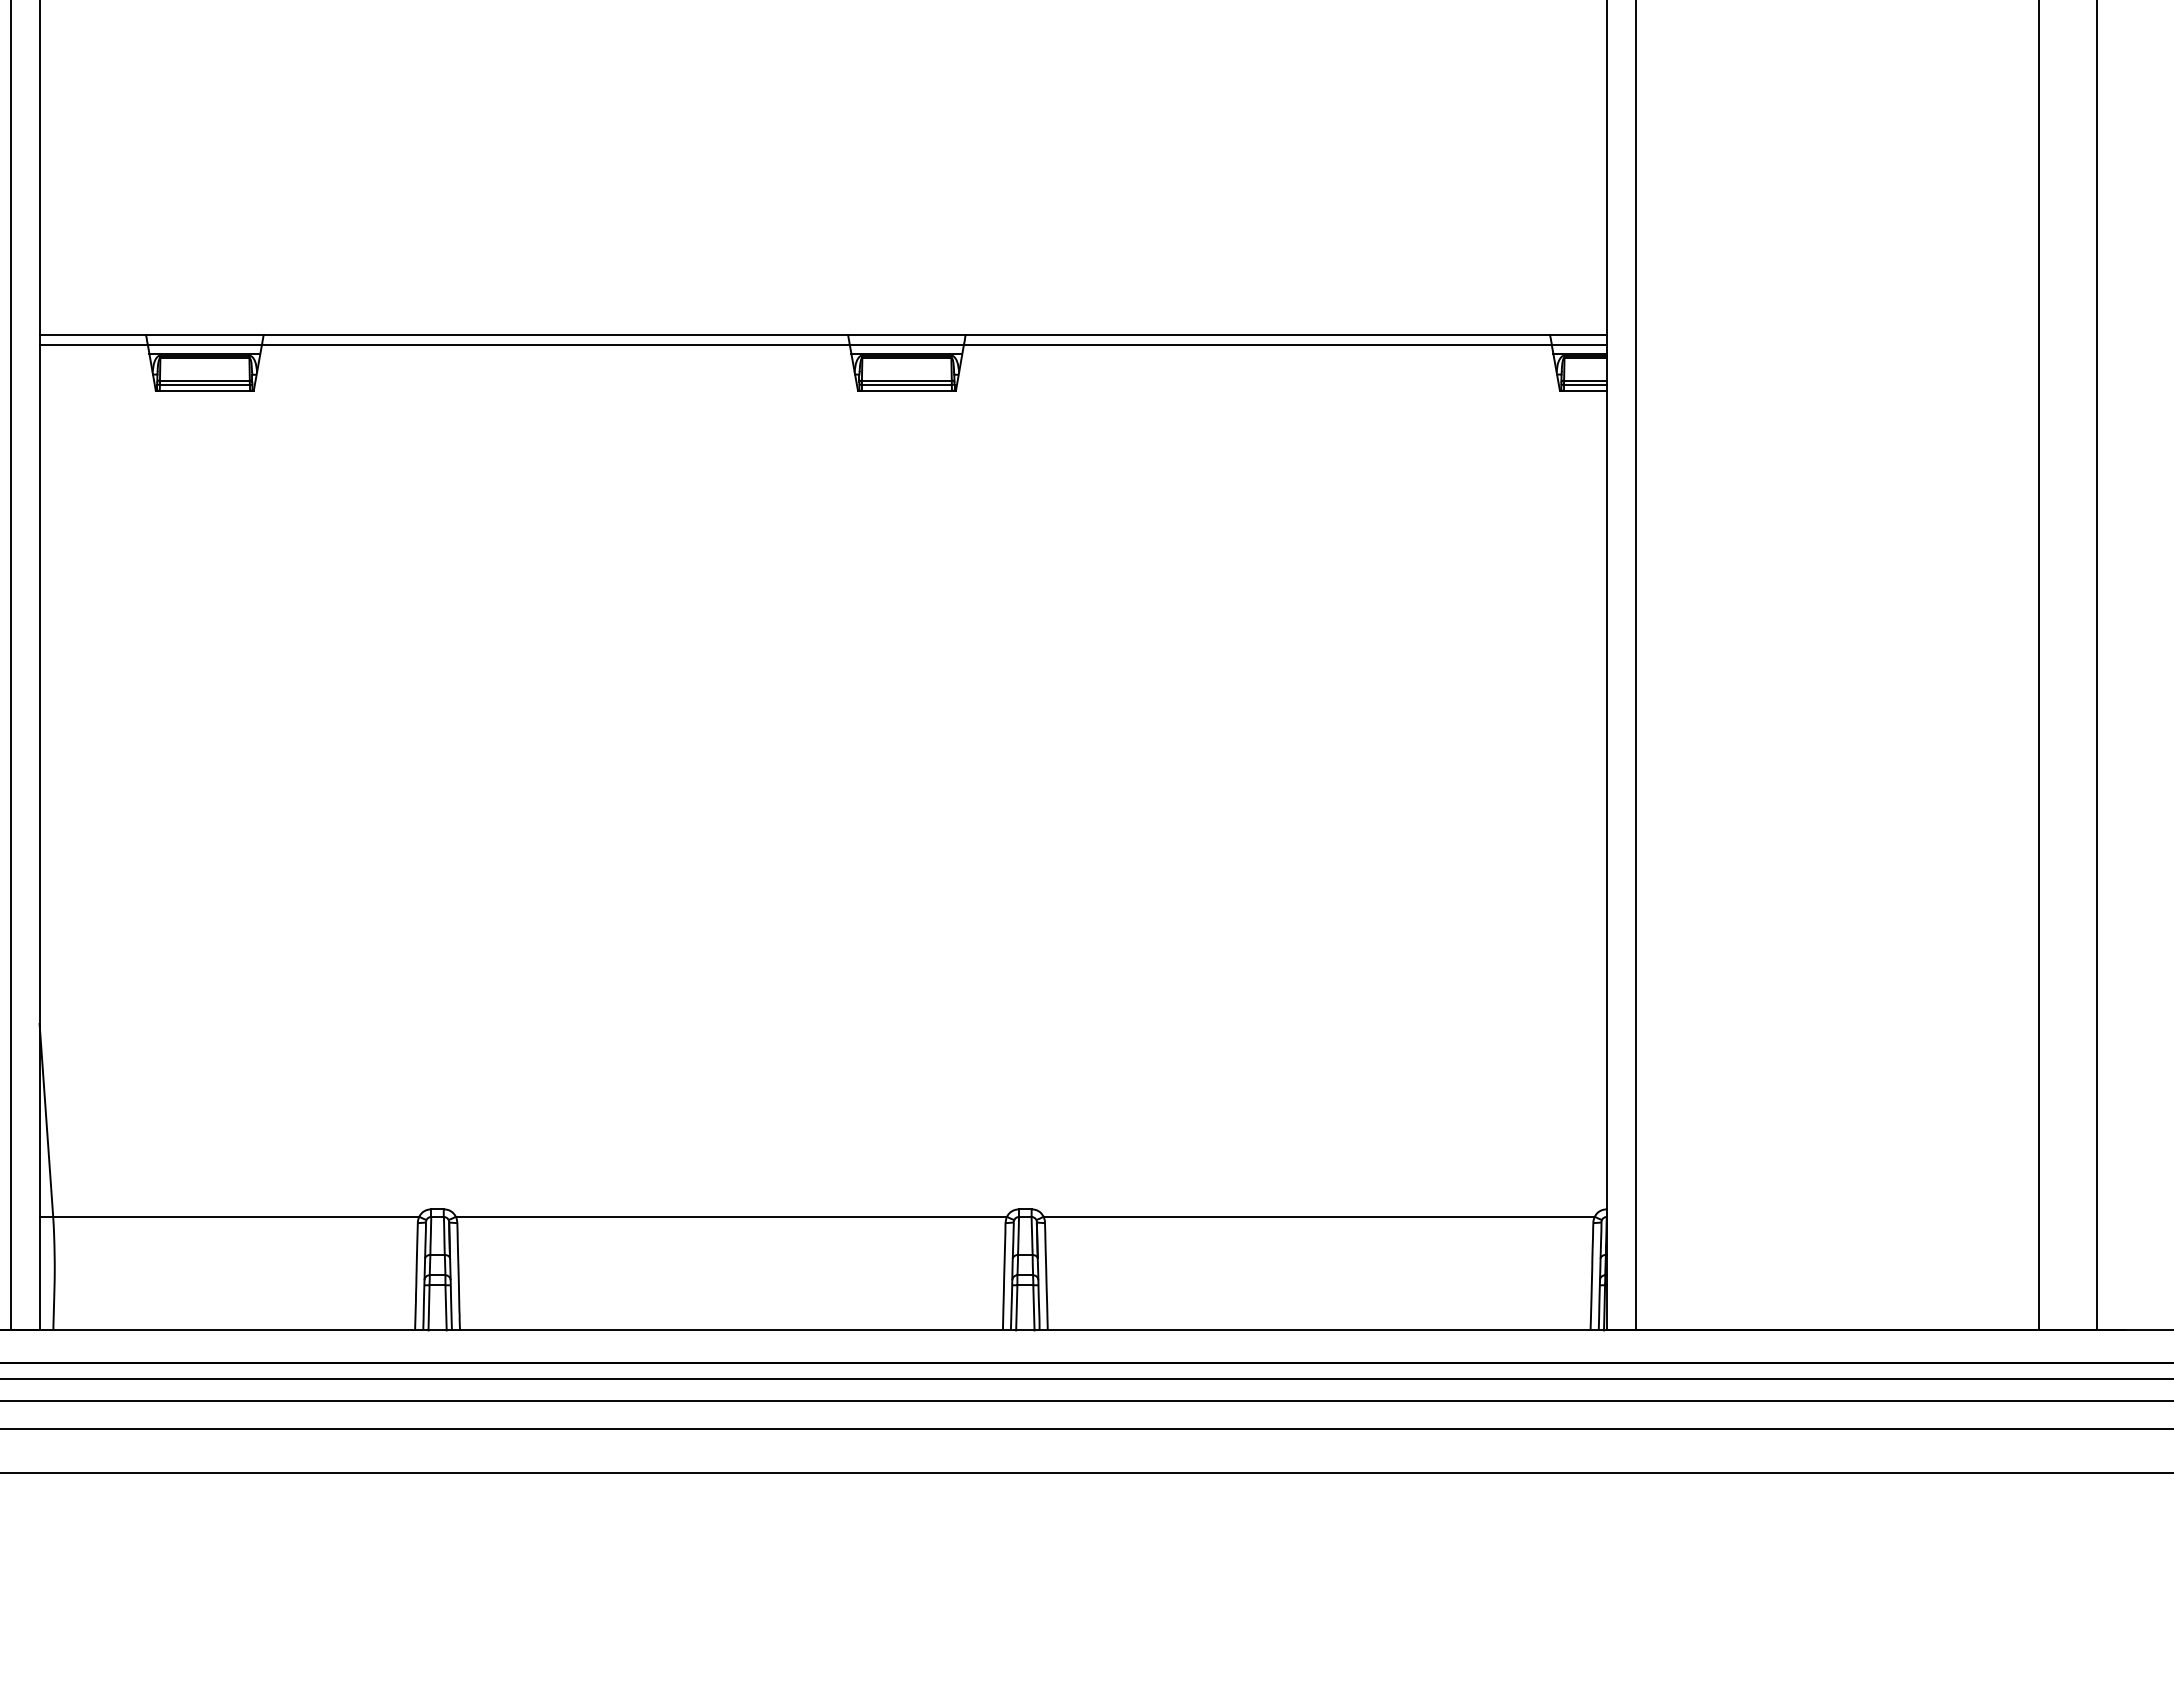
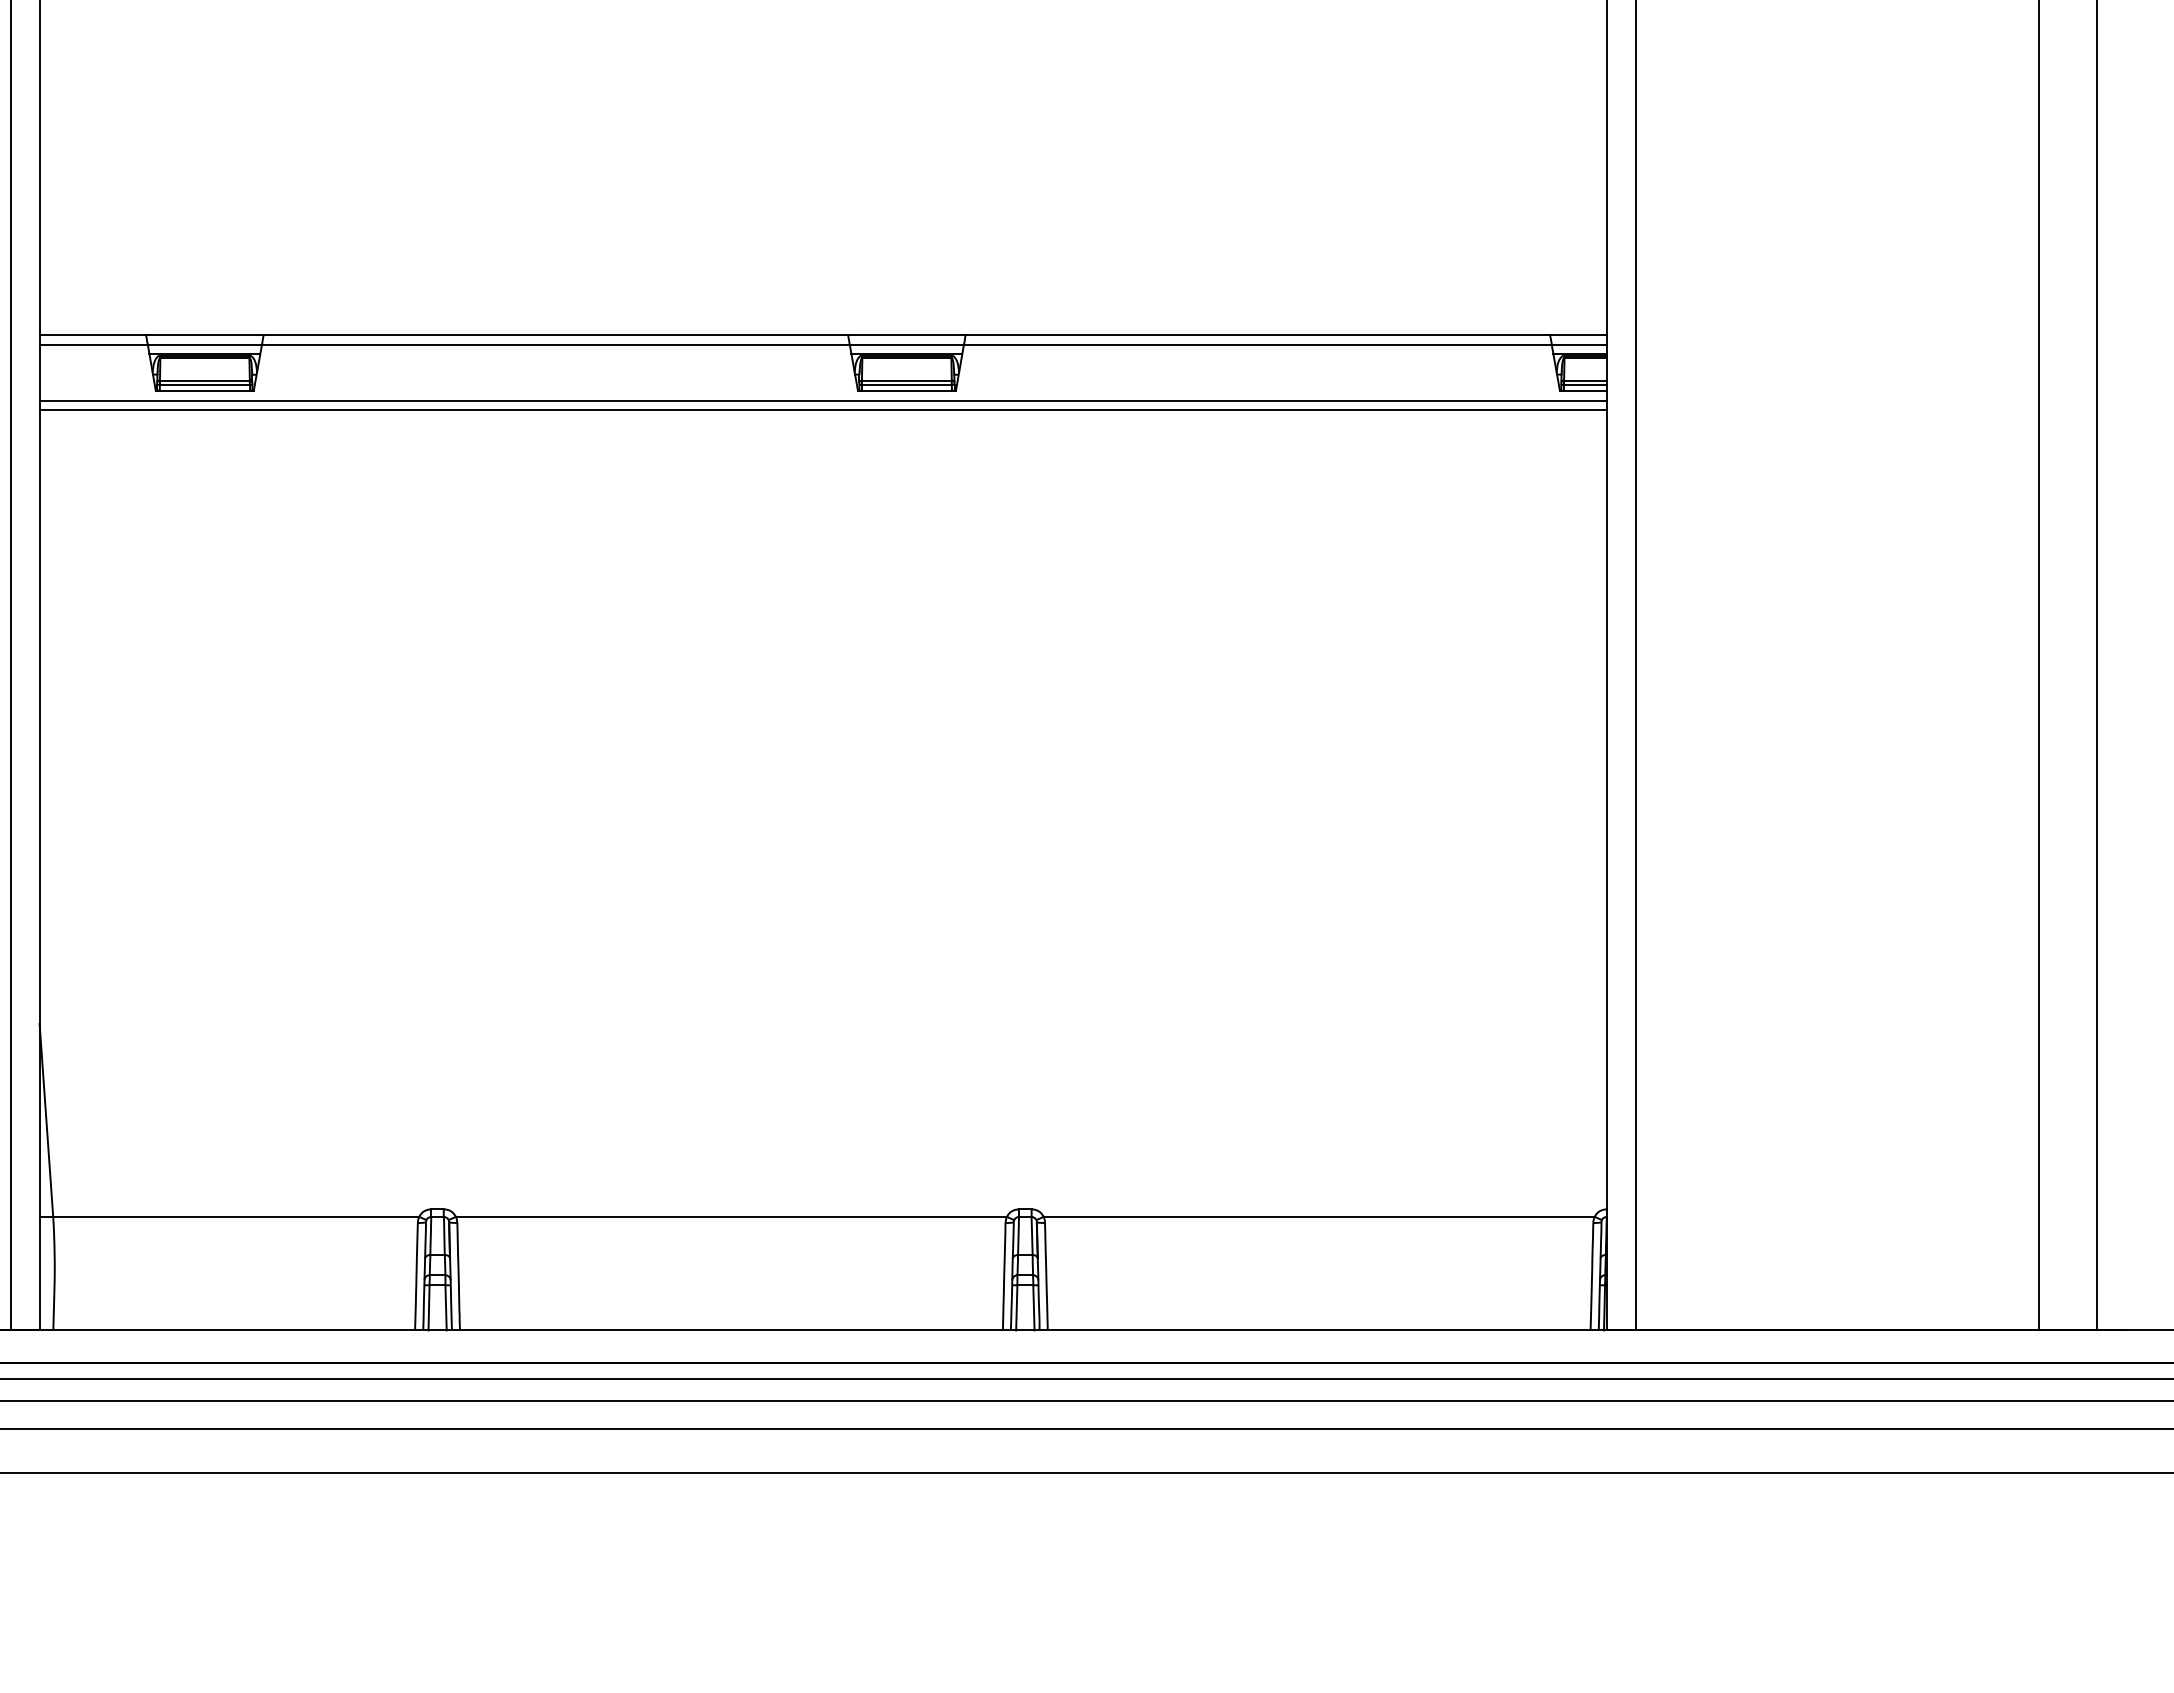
line at (822, 400): none -> present
line at (822, 410): none -> present
